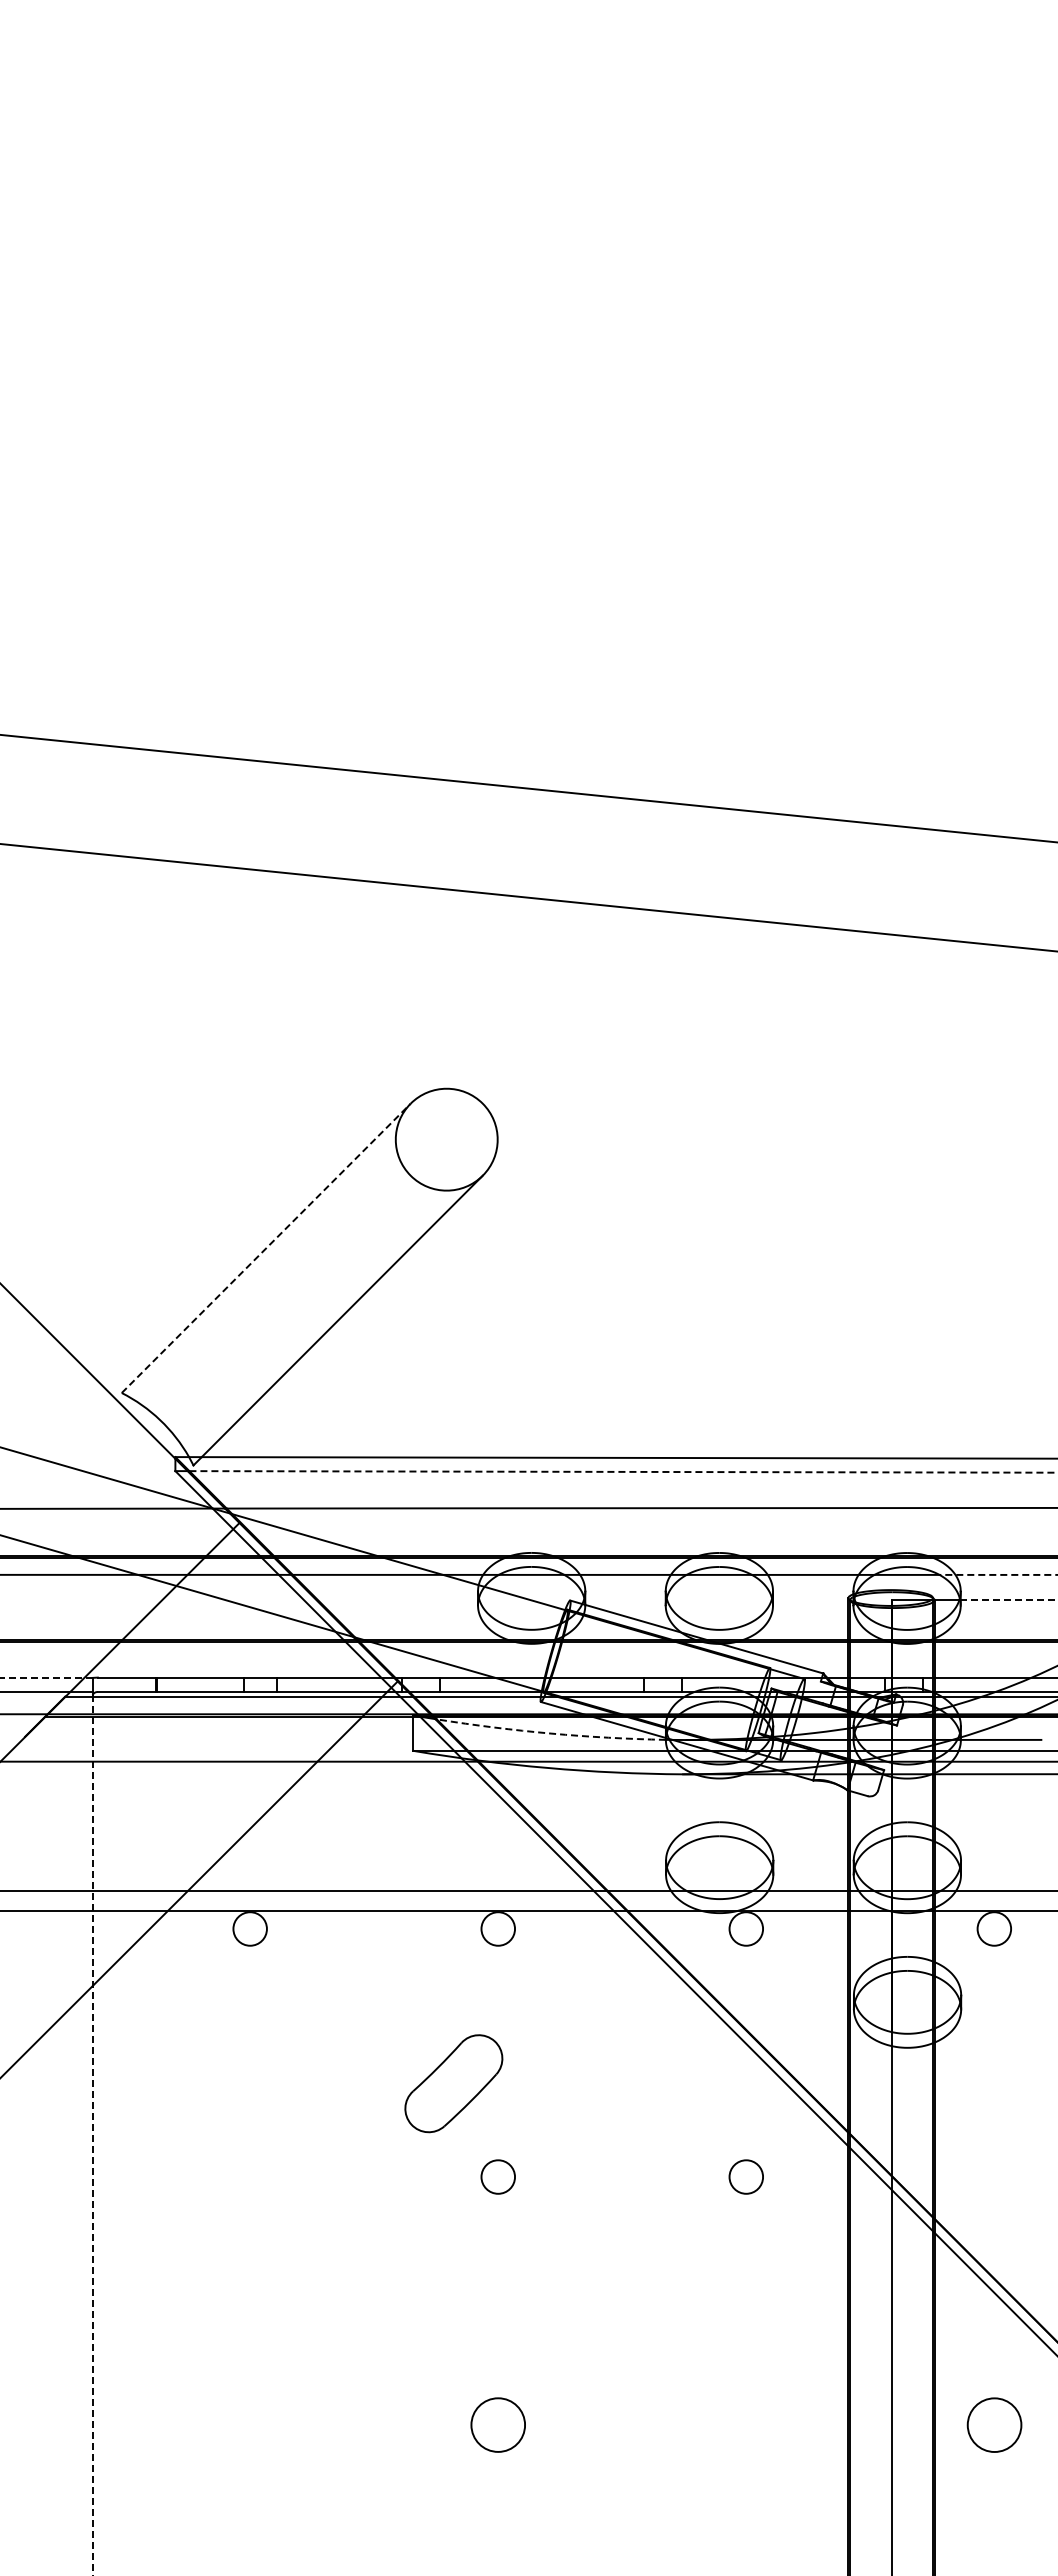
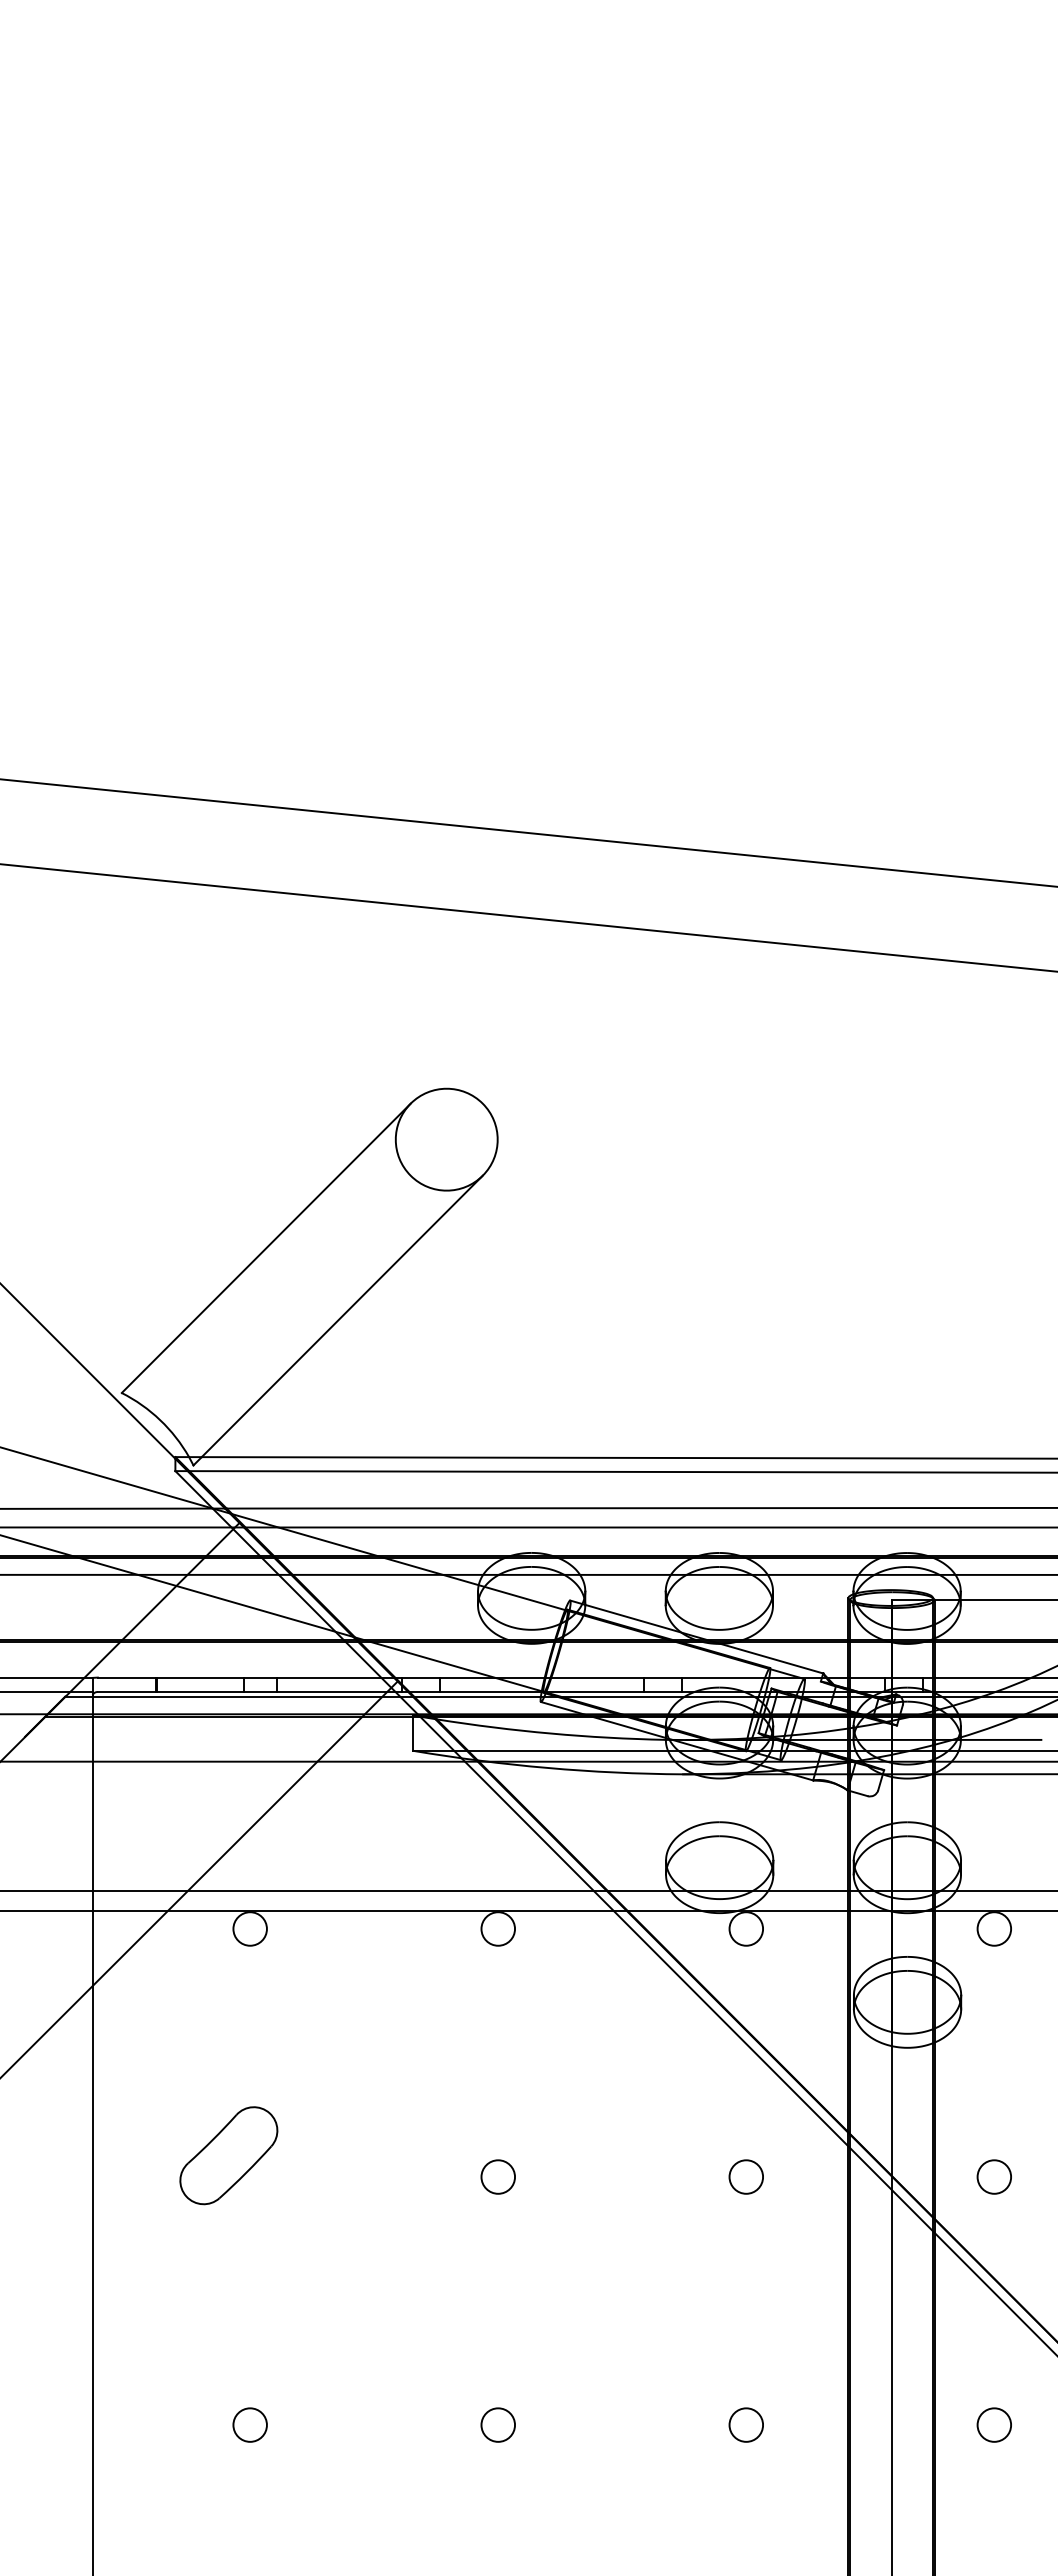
line at (528, 788) position: (528, 788) -> (528, 832)
line at (528, 897) position: (528, 897) -> (528, 917)
line at (266, 1248): dashed -> solid
line at (623, 1471): dashed -> solid
line at (528, 1527): none -> present
line at (998, 1574): dashed -> solid
line at (1008, 1600): dashed -> solid
line at (46, 1677): dashed -> solid
arc at (551, 1733): dashed -> solid
part at (453, 2083) position: (453, 2083) -> (228, 2155)
line at (92, 2135): dashed -> solid
circle at (993, 2176): none -> present
circle at (249, 2424): none -> present
circle at (498, 2424) diameter: 54 px -> 34 px
circle at (745, 2424): none -> present
circle at (994, 2424) size: 57x56 px -> 36x36 px
